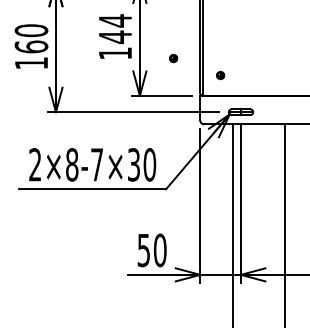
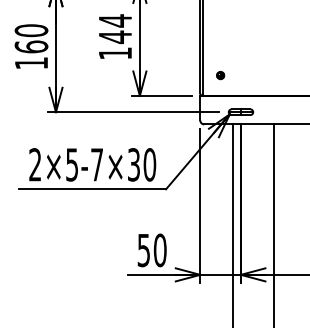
part at (173, 58): present -> none
text at (72, 164): 2×8-7×30 -> 2×5-7×30
line at (284, 224) position: (284, 224) -> (273, 224)
